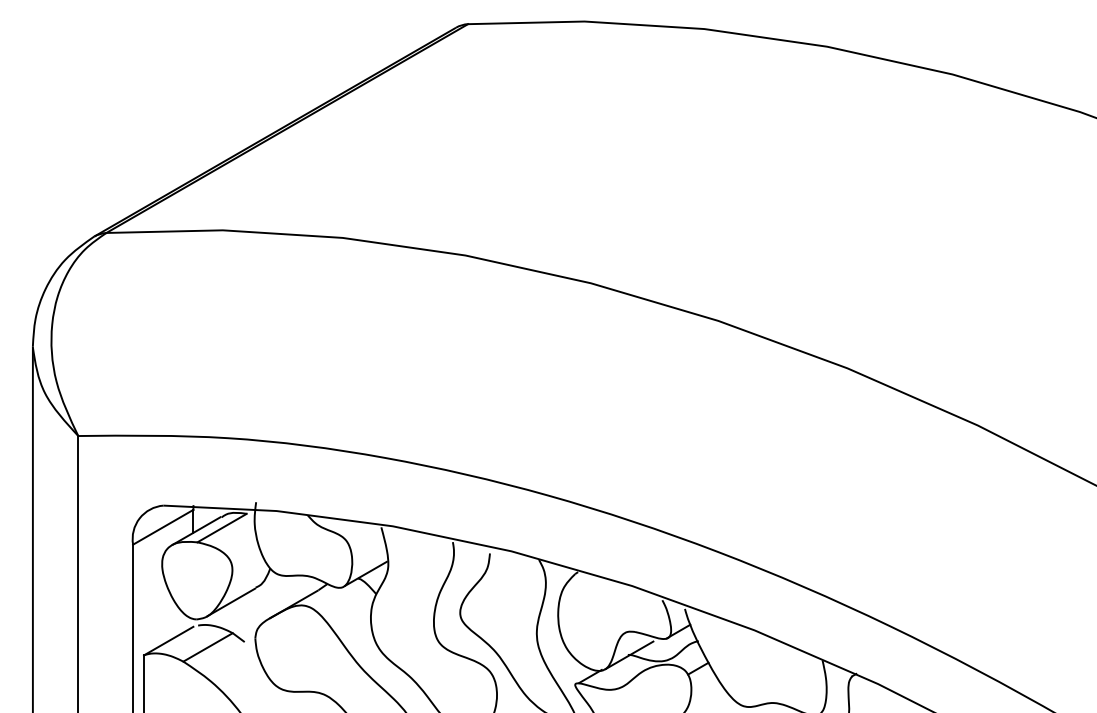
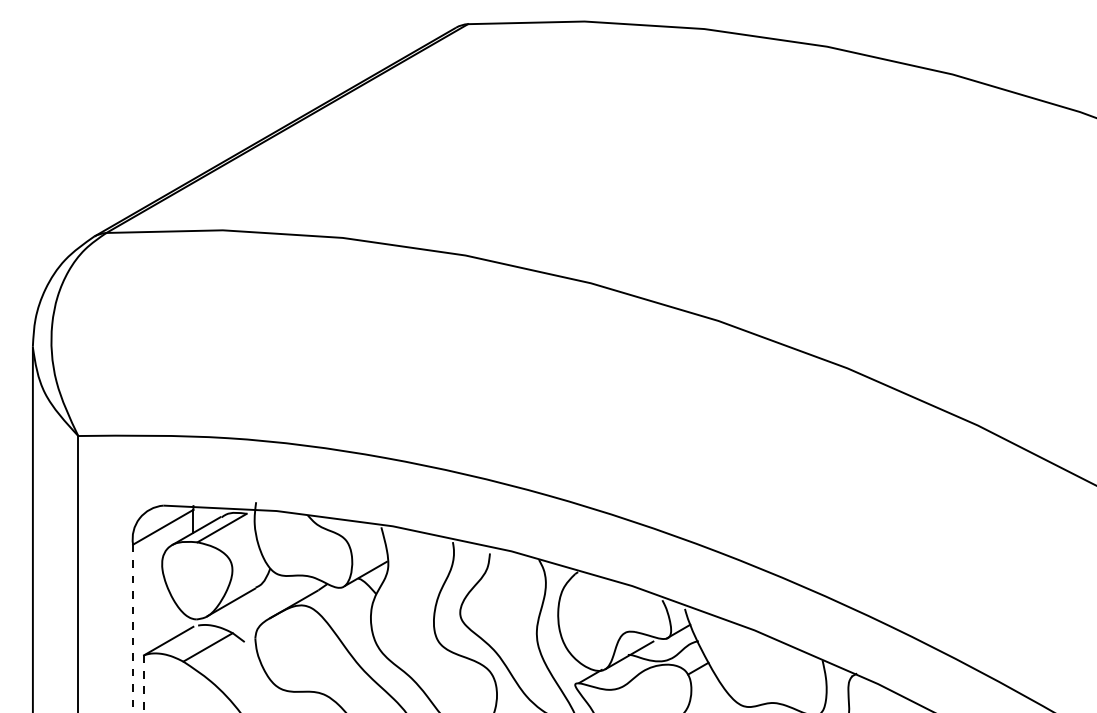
line at (133, 628): solid -> dashed
line at (144, 684): solid -> dashed
